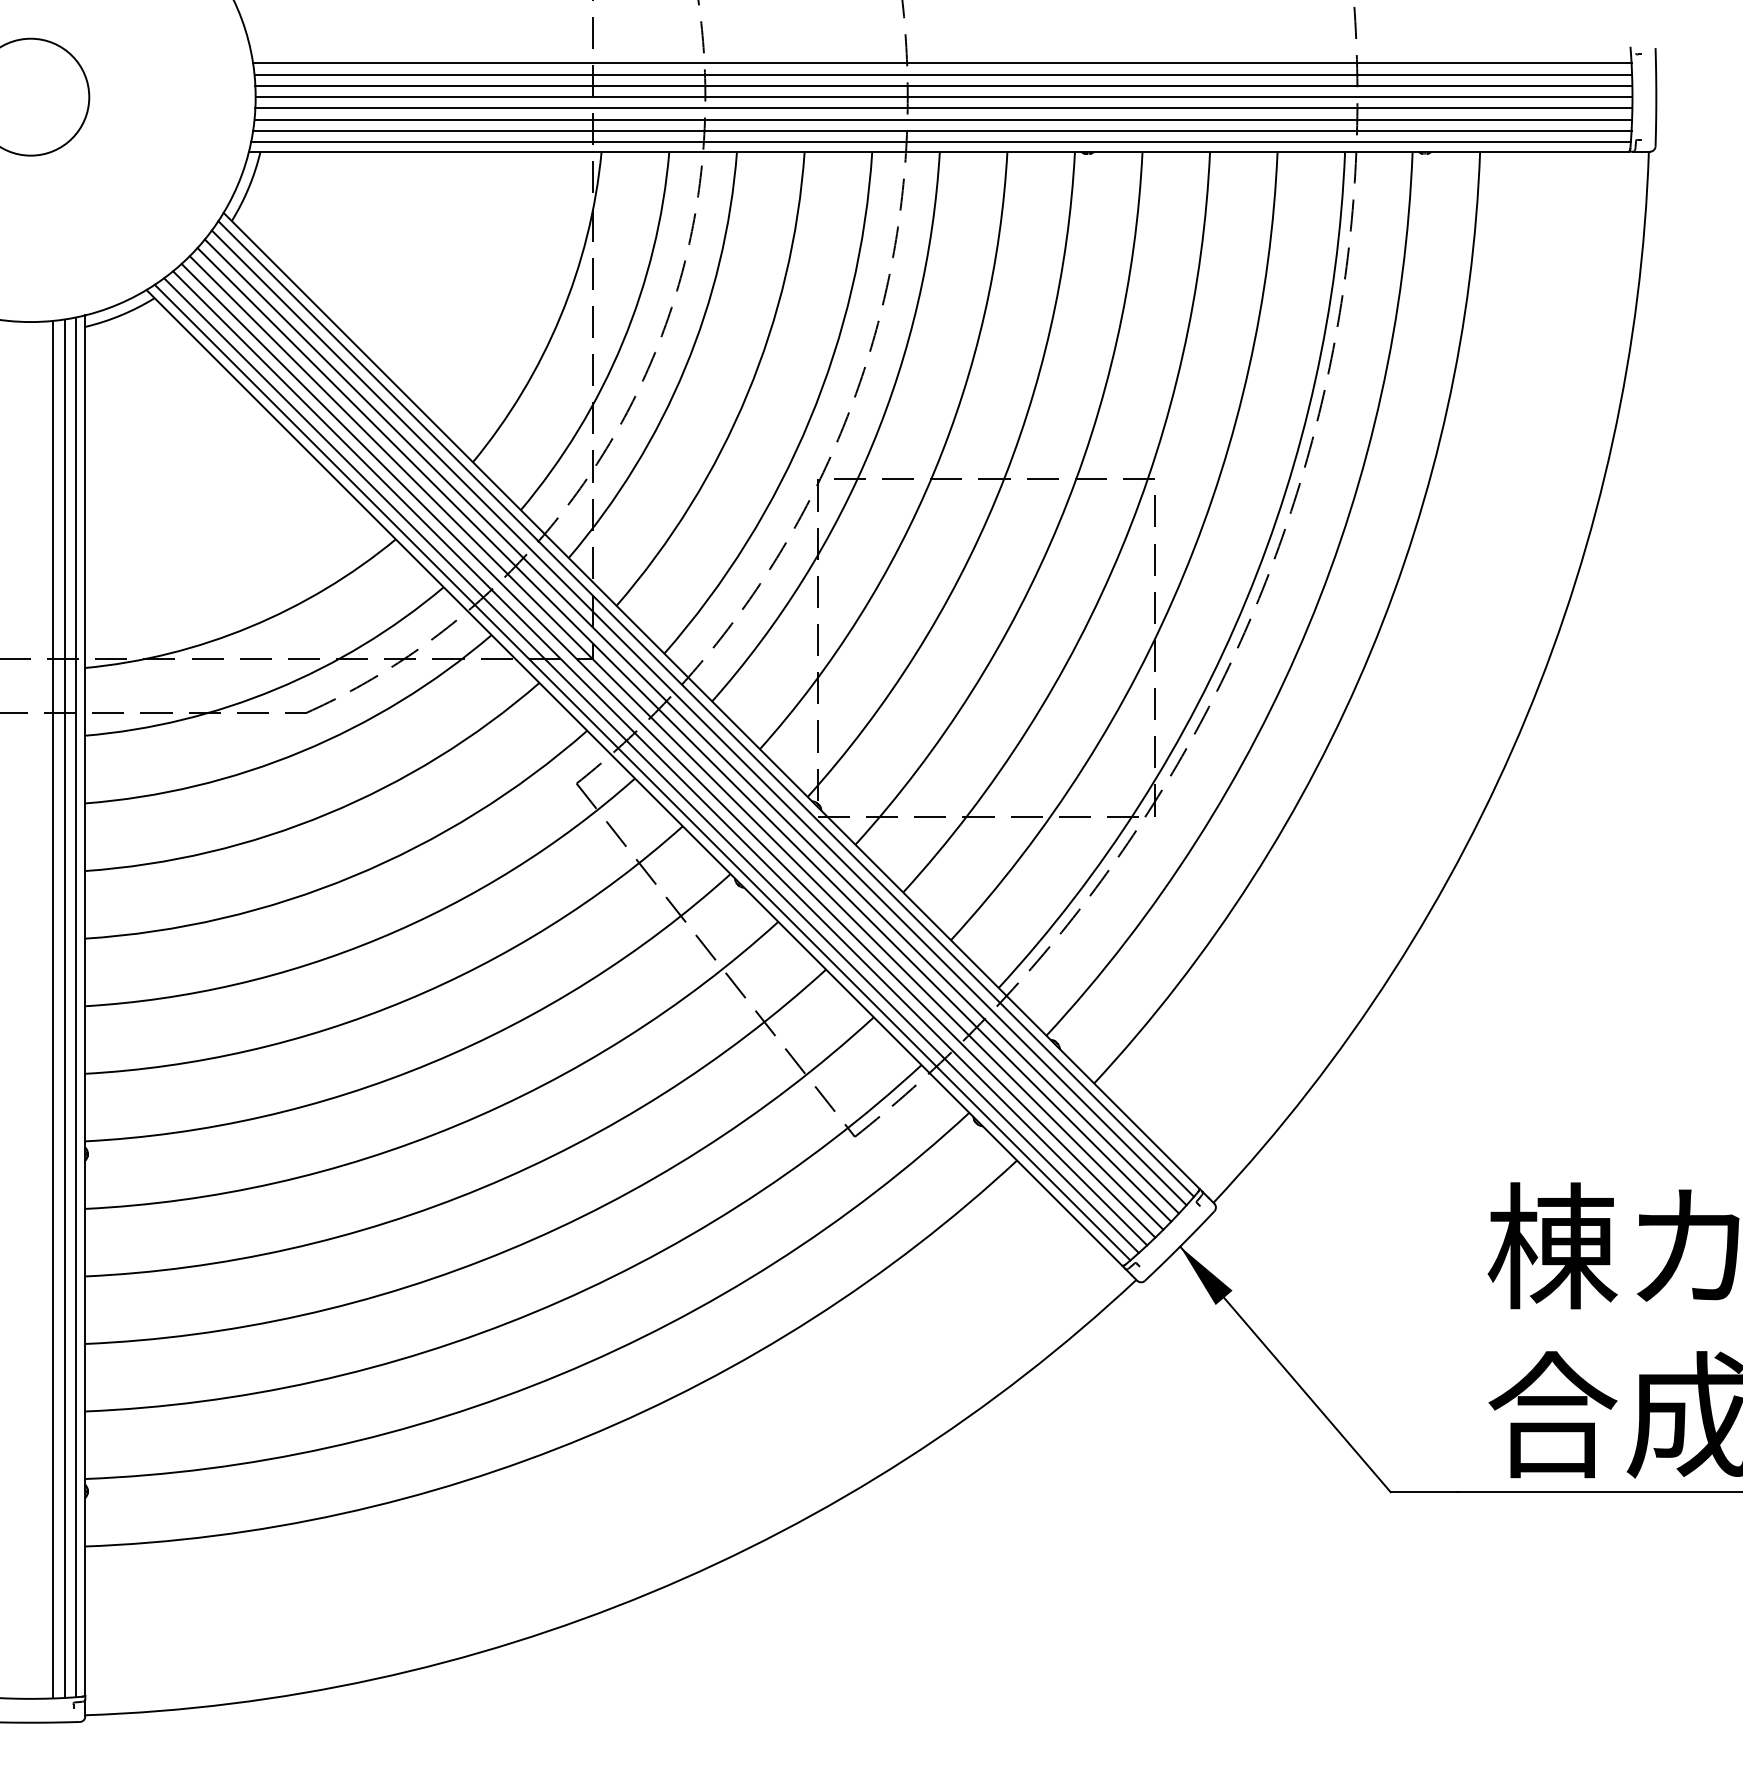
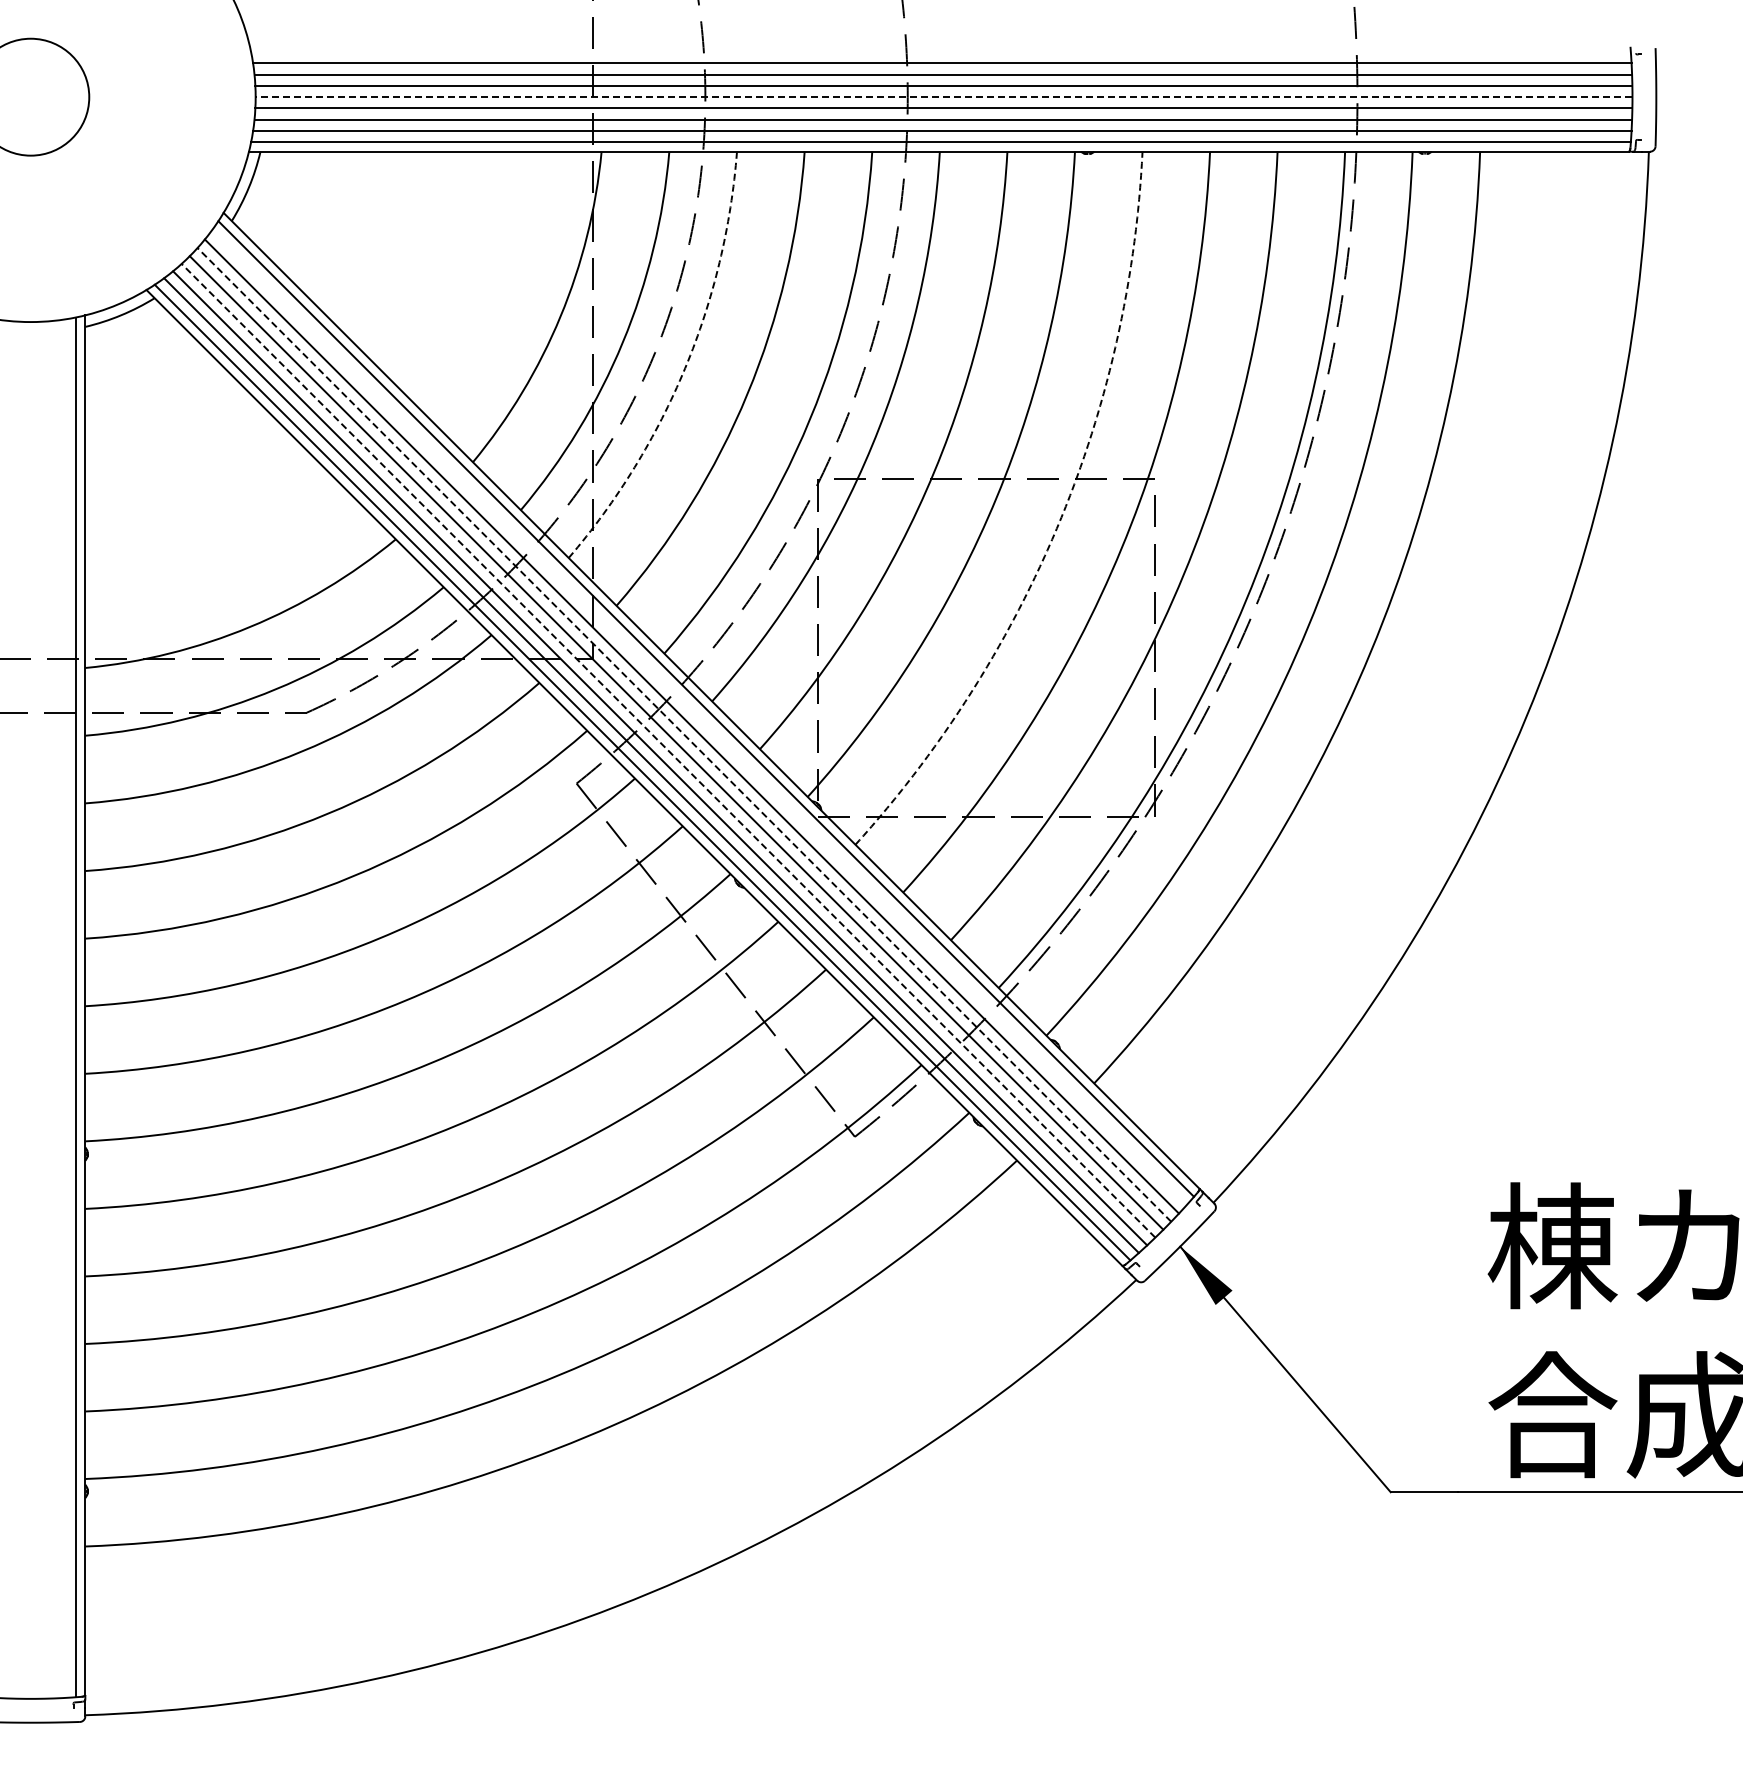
line at (943, 97): solid -> dashed
arc at (685, 368): solid -> dashed
arc at (1059, 523): solid -> dashed
line at (698, 717): present -> none
line at (684, 734): solid -> dashed
line at (668, 750): solid -> dashed
line at (64, 1008): present -> none
line at (53, 1009): present -> none
